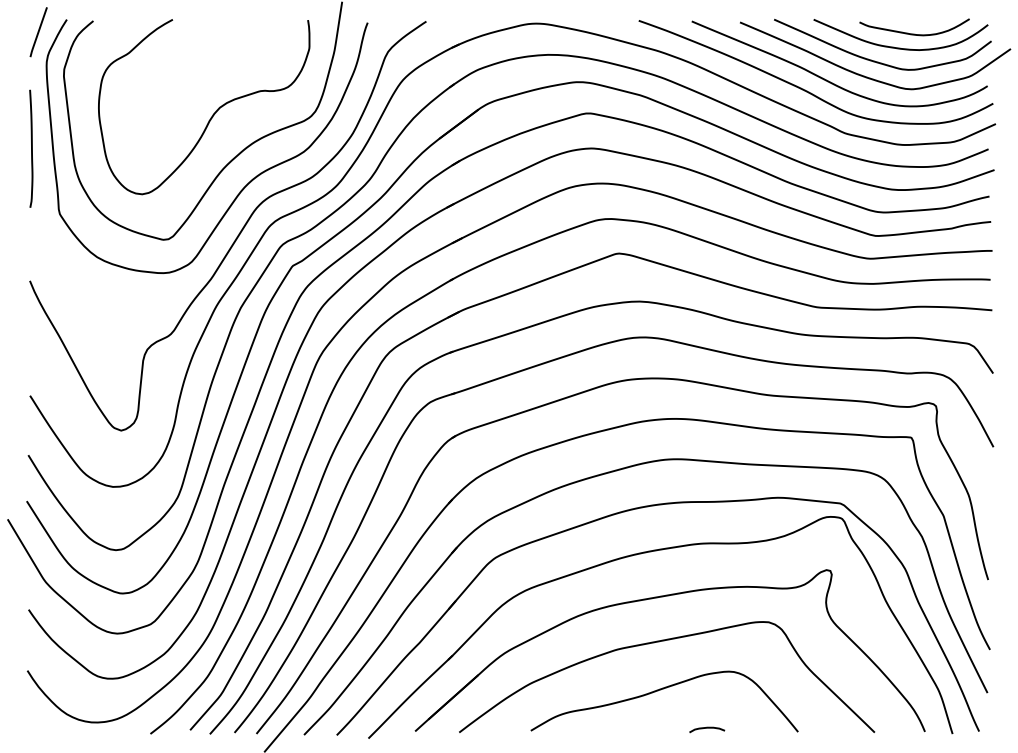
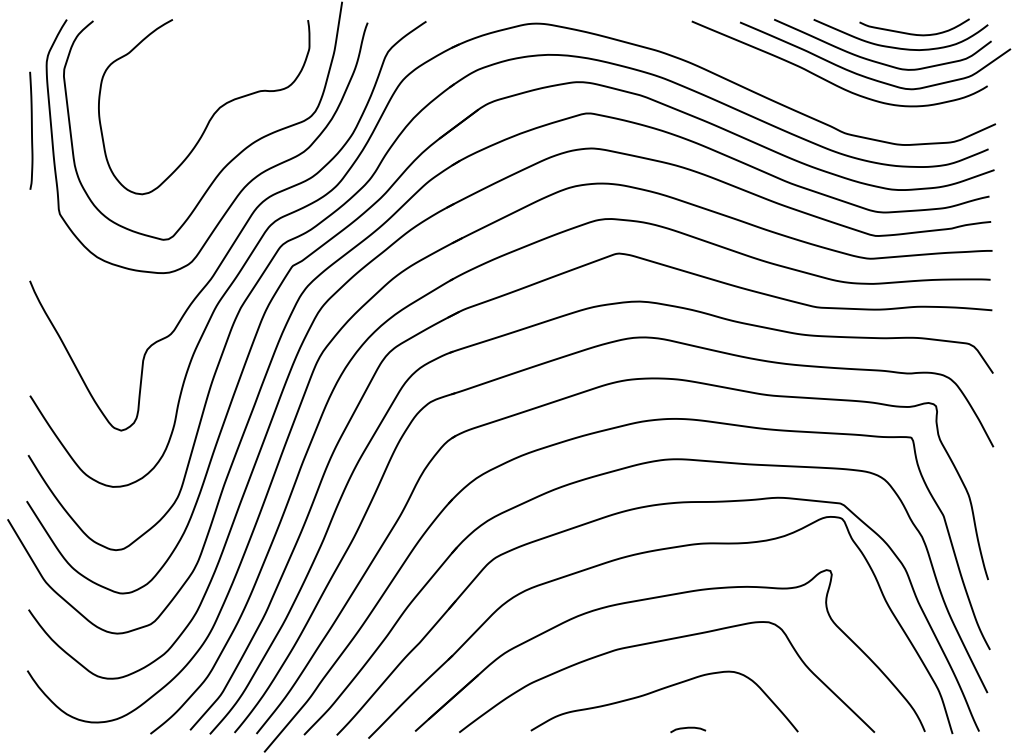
line at (38, 32): present -> none
curve at (807, 90): present -> none
curve at (31, 148) position: (31, 148) -> (31, 130)
curve at (707, 728) position: (707, 728) -> (688, 728)
